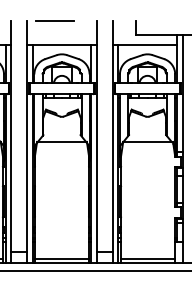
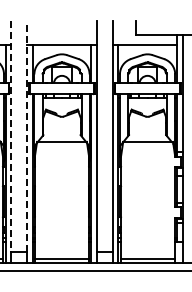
line at (54, 20): present -> none
line at (27, 136): solid -> dashed
line at (10, 137): solid -> dashed
